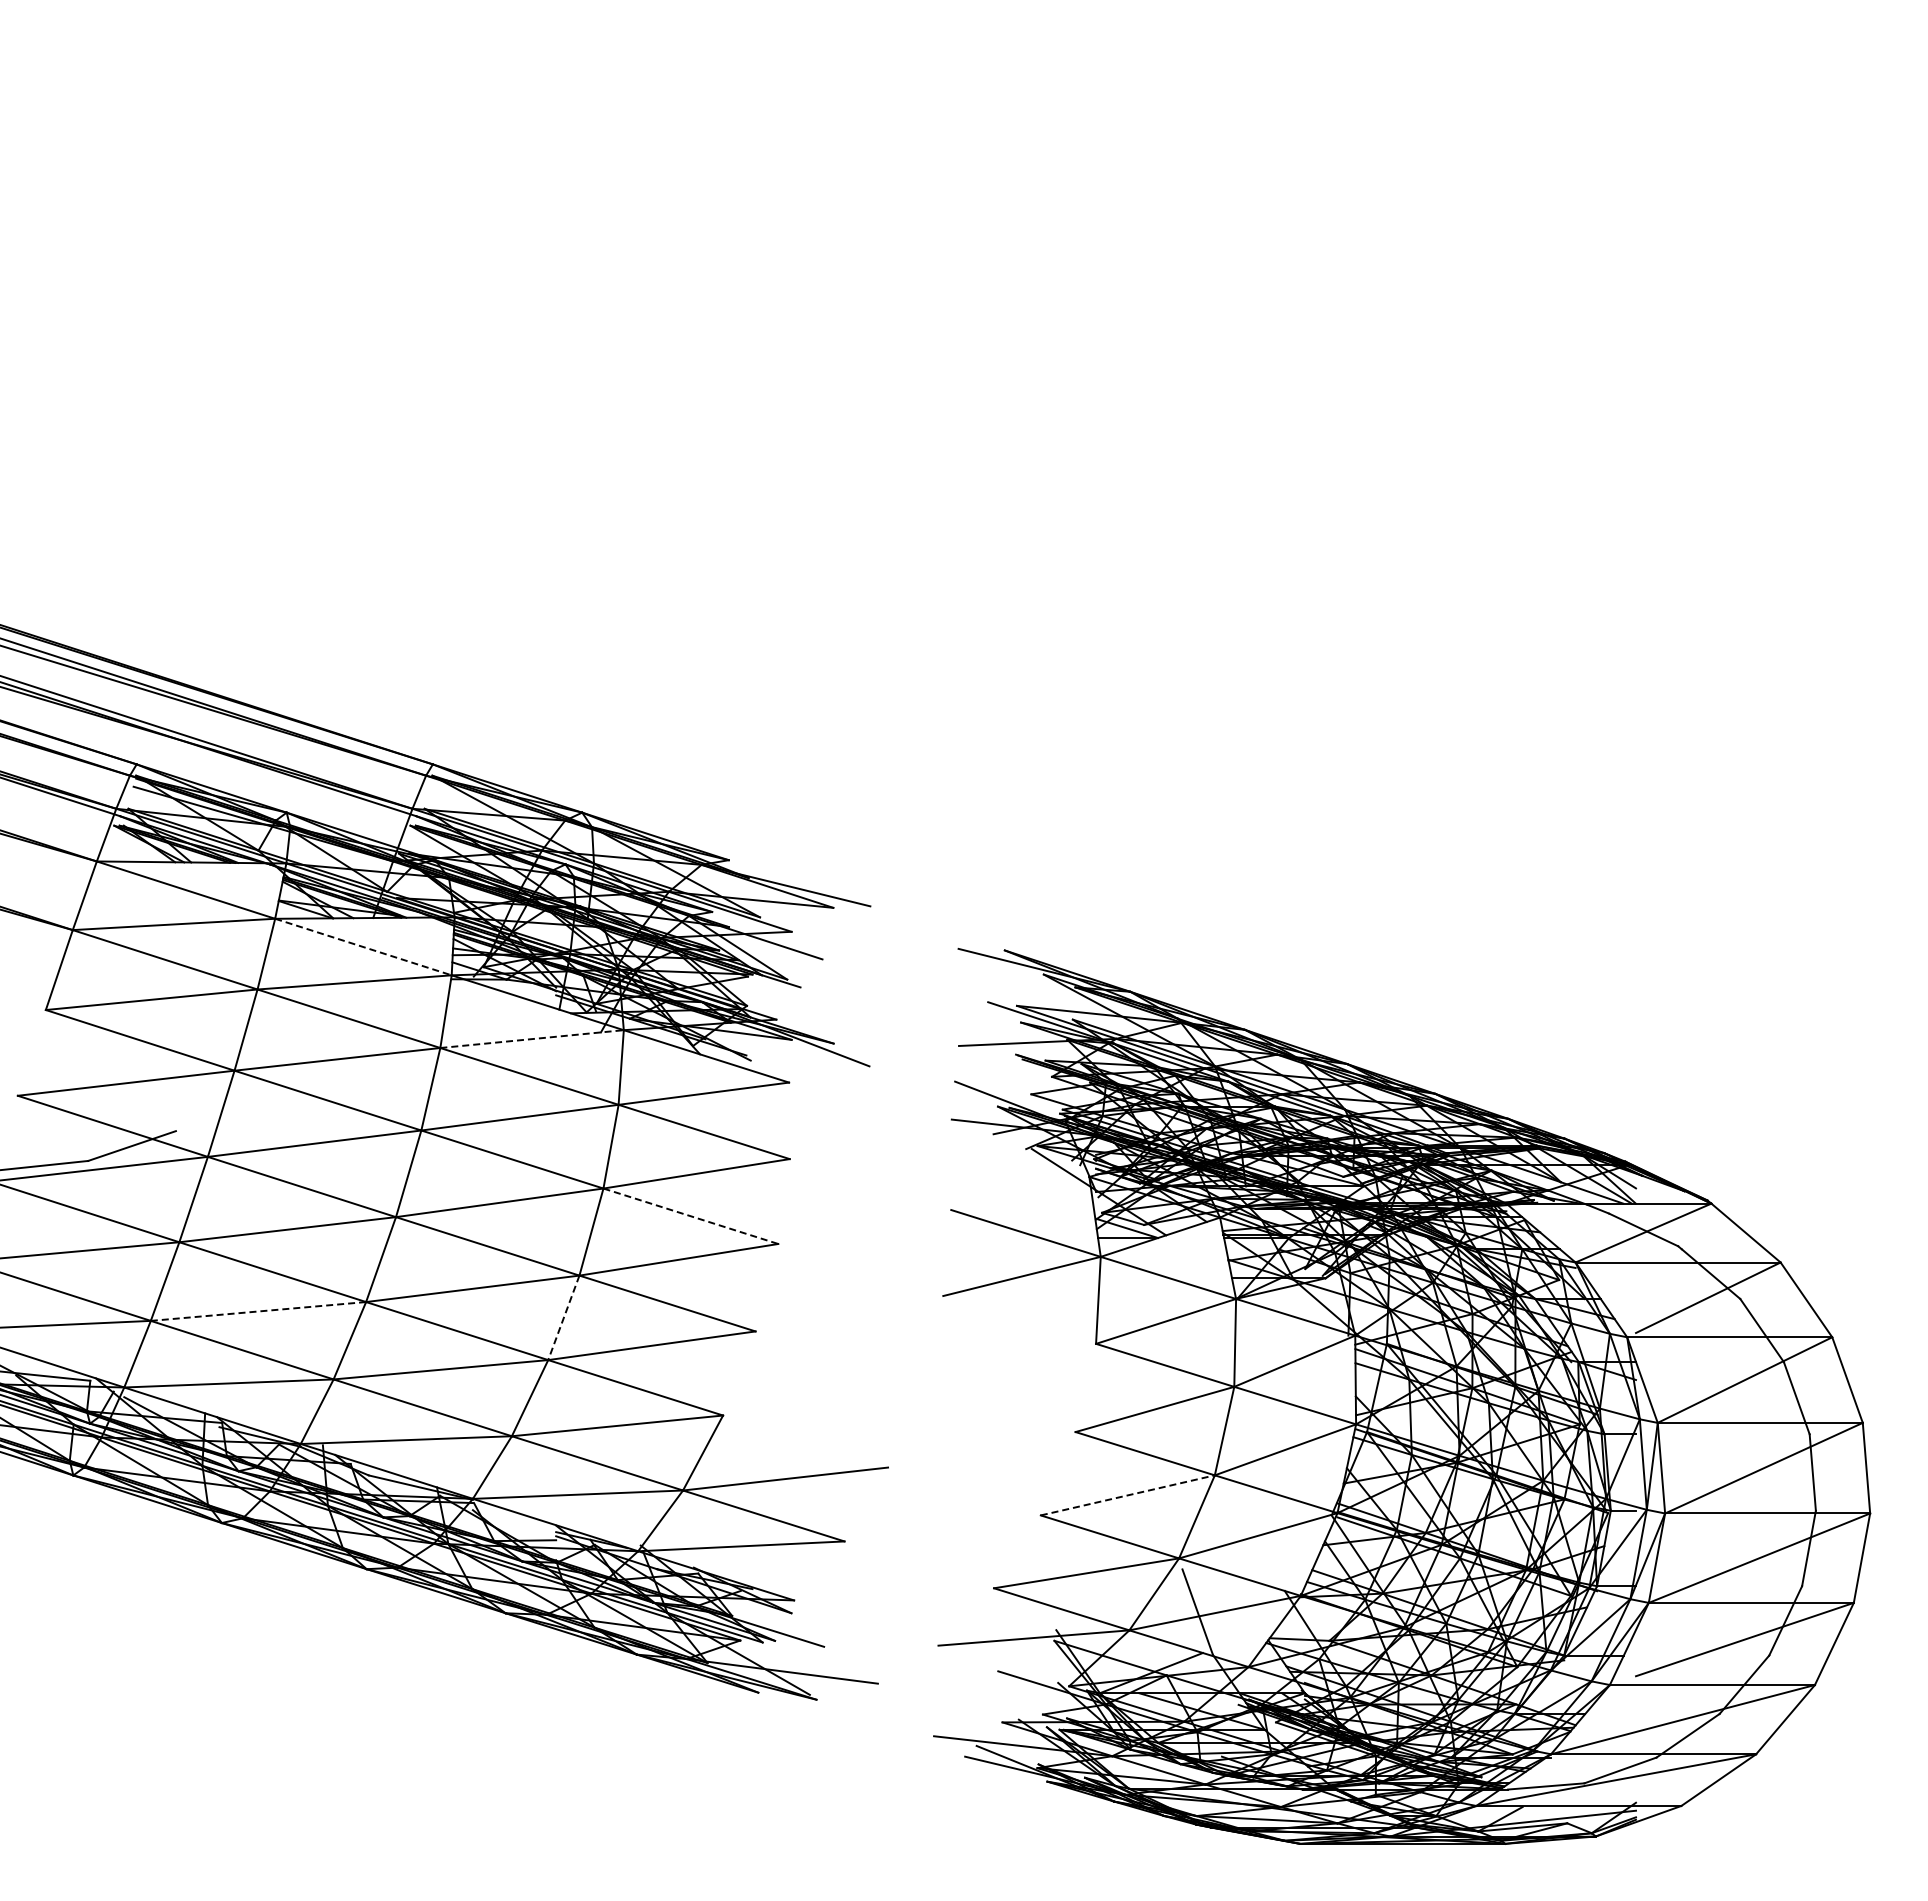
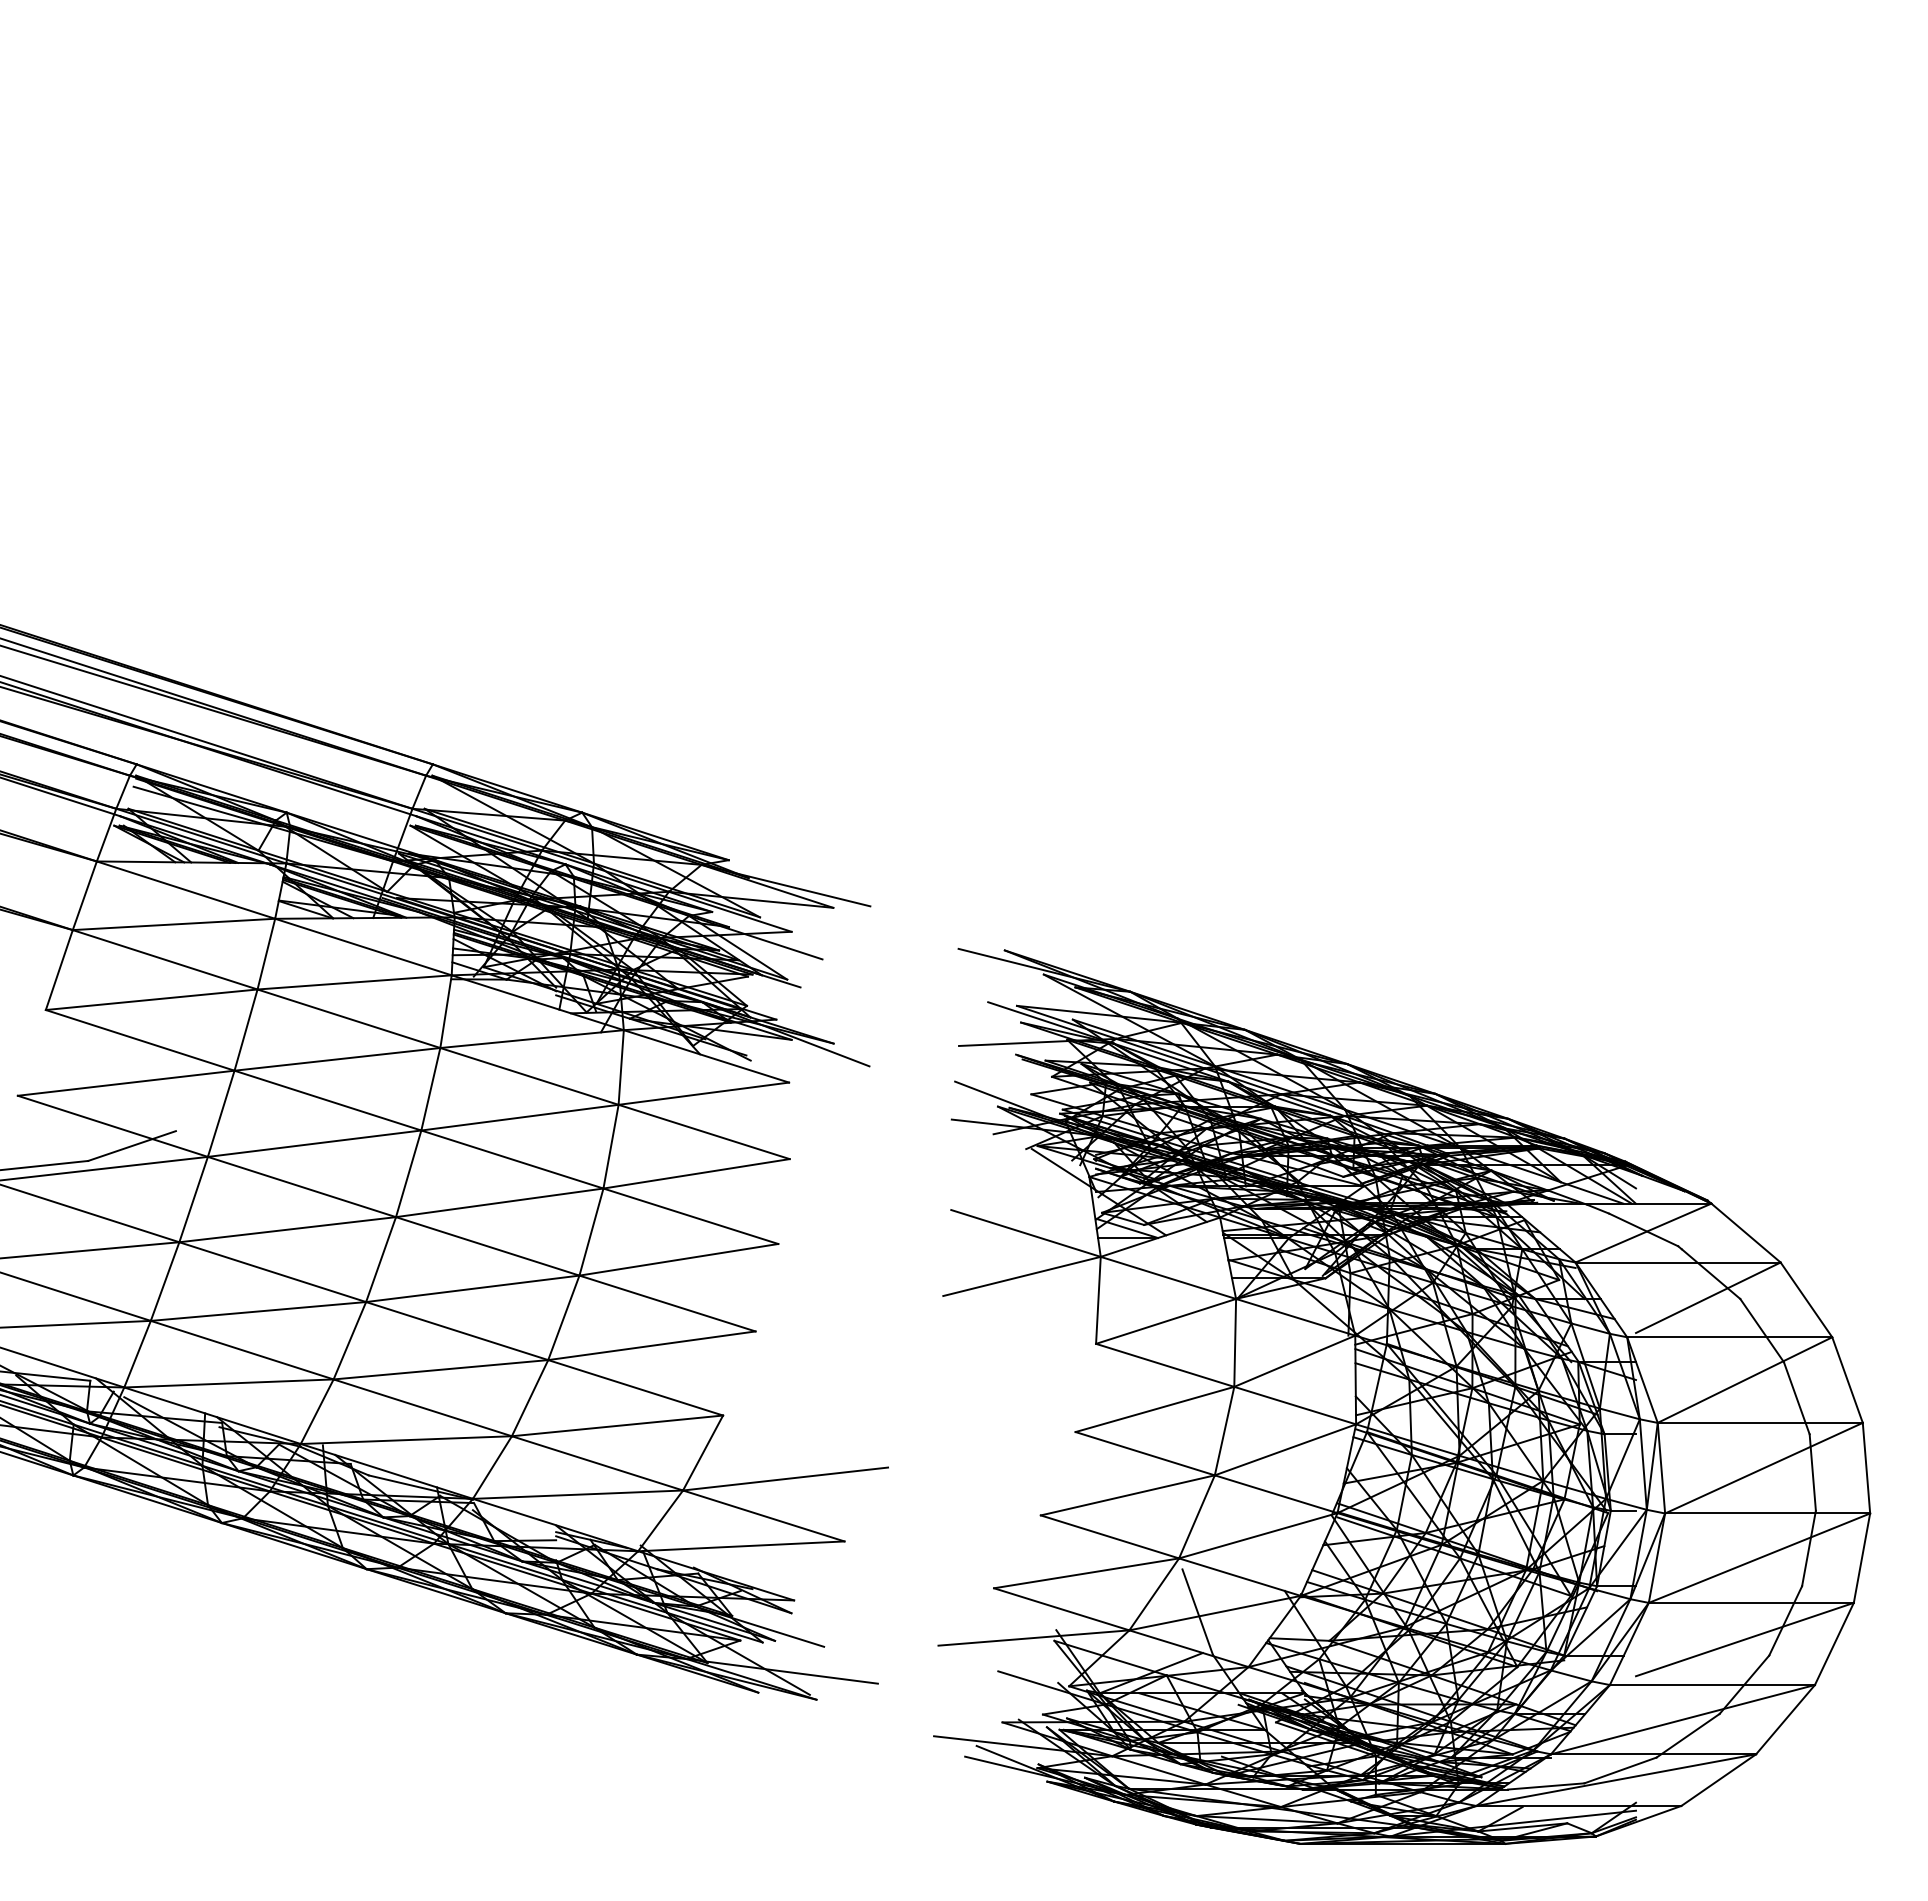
line at (363, 947): dashed -> solid
line at (532, 1039): dashed -> solid
line at (690, 1216): dashed -> solid
line at (258, 1311): dashed -> solid
line at (563, 1318): dashed -> solid
line at (1128, 1495): dashed -> solid
